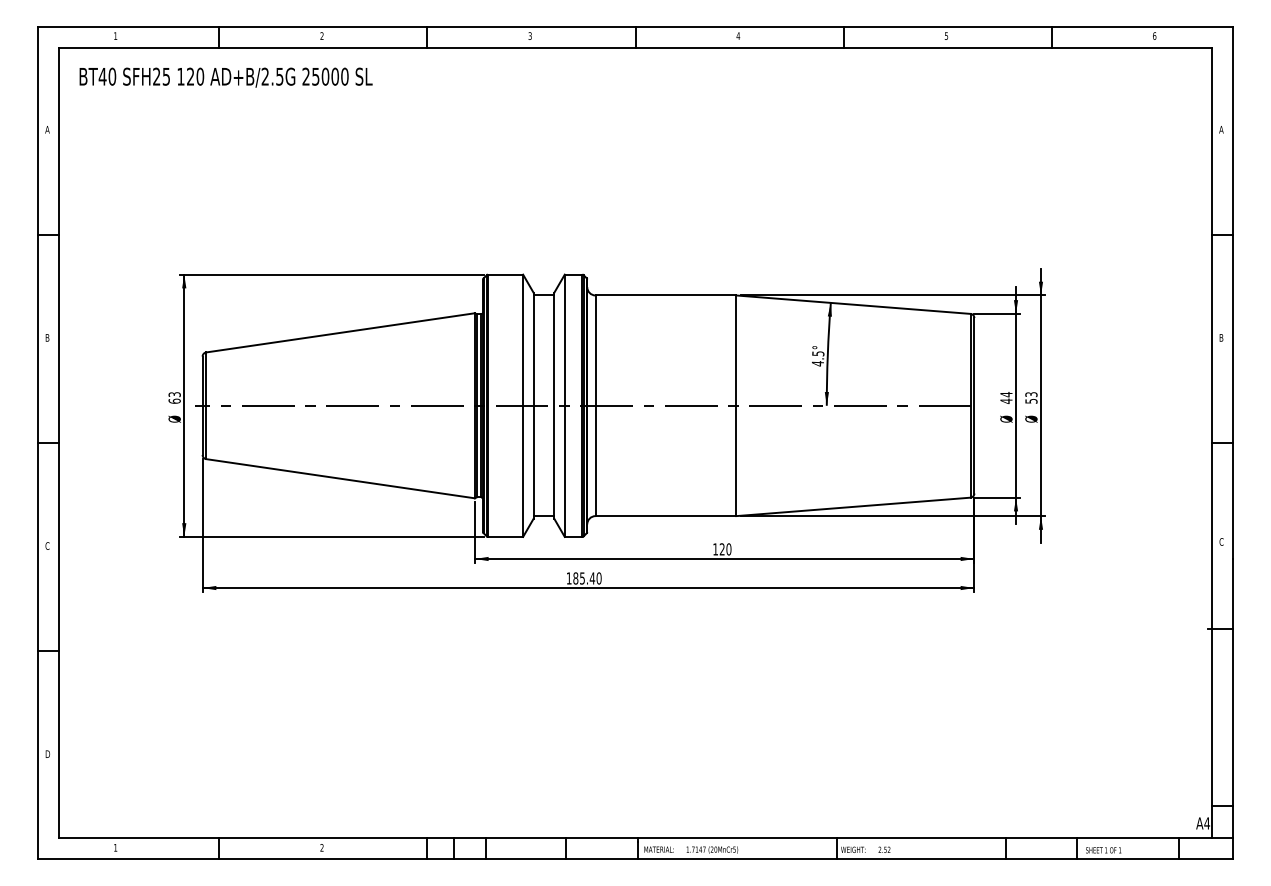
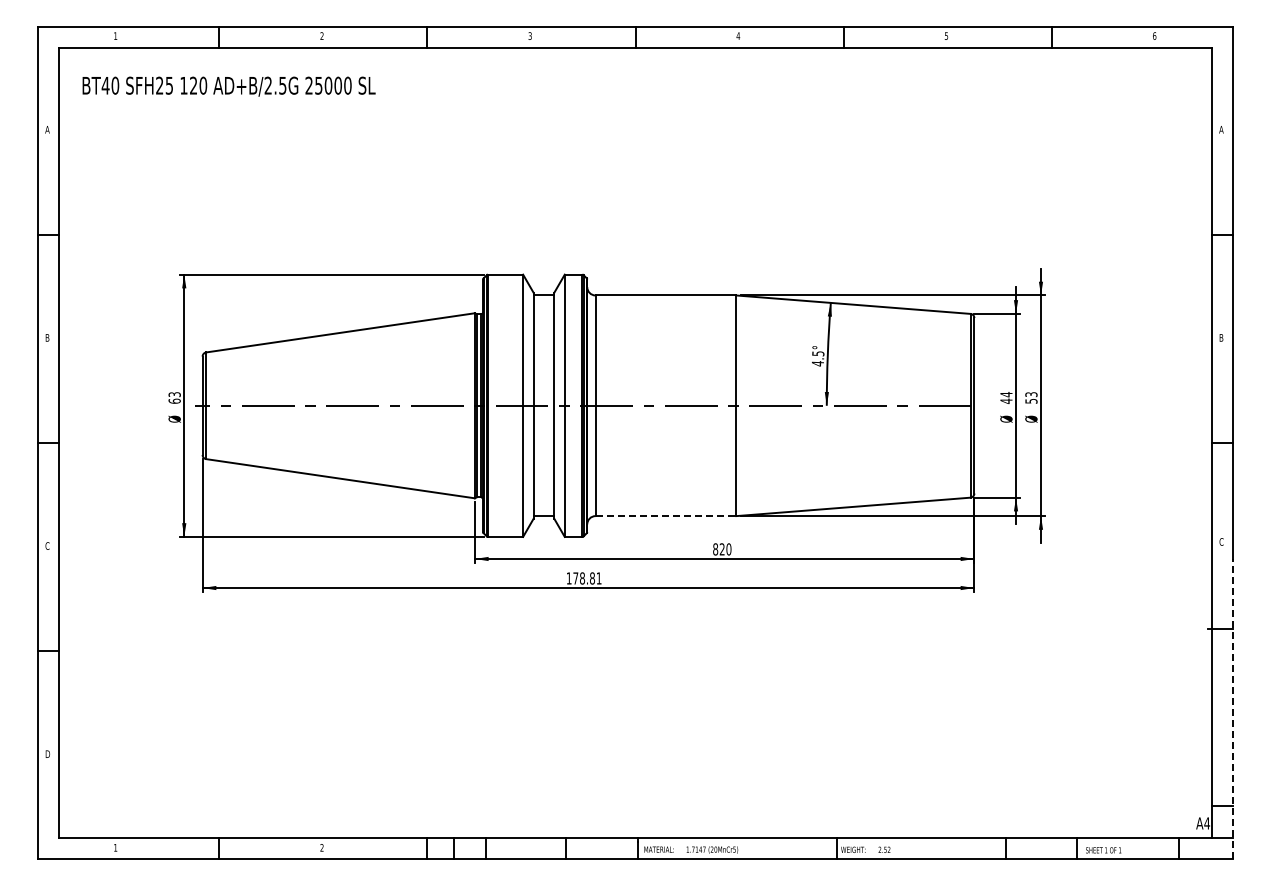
text at (225, 77) position: (225, 77) -> (228, 86)
line at (666, 516): solid -> dashed
text at (715, 549): 120 -> 820
text at (587, 578): 185.40 -> 178.81
line at (1232, 708): solid -> dashed
